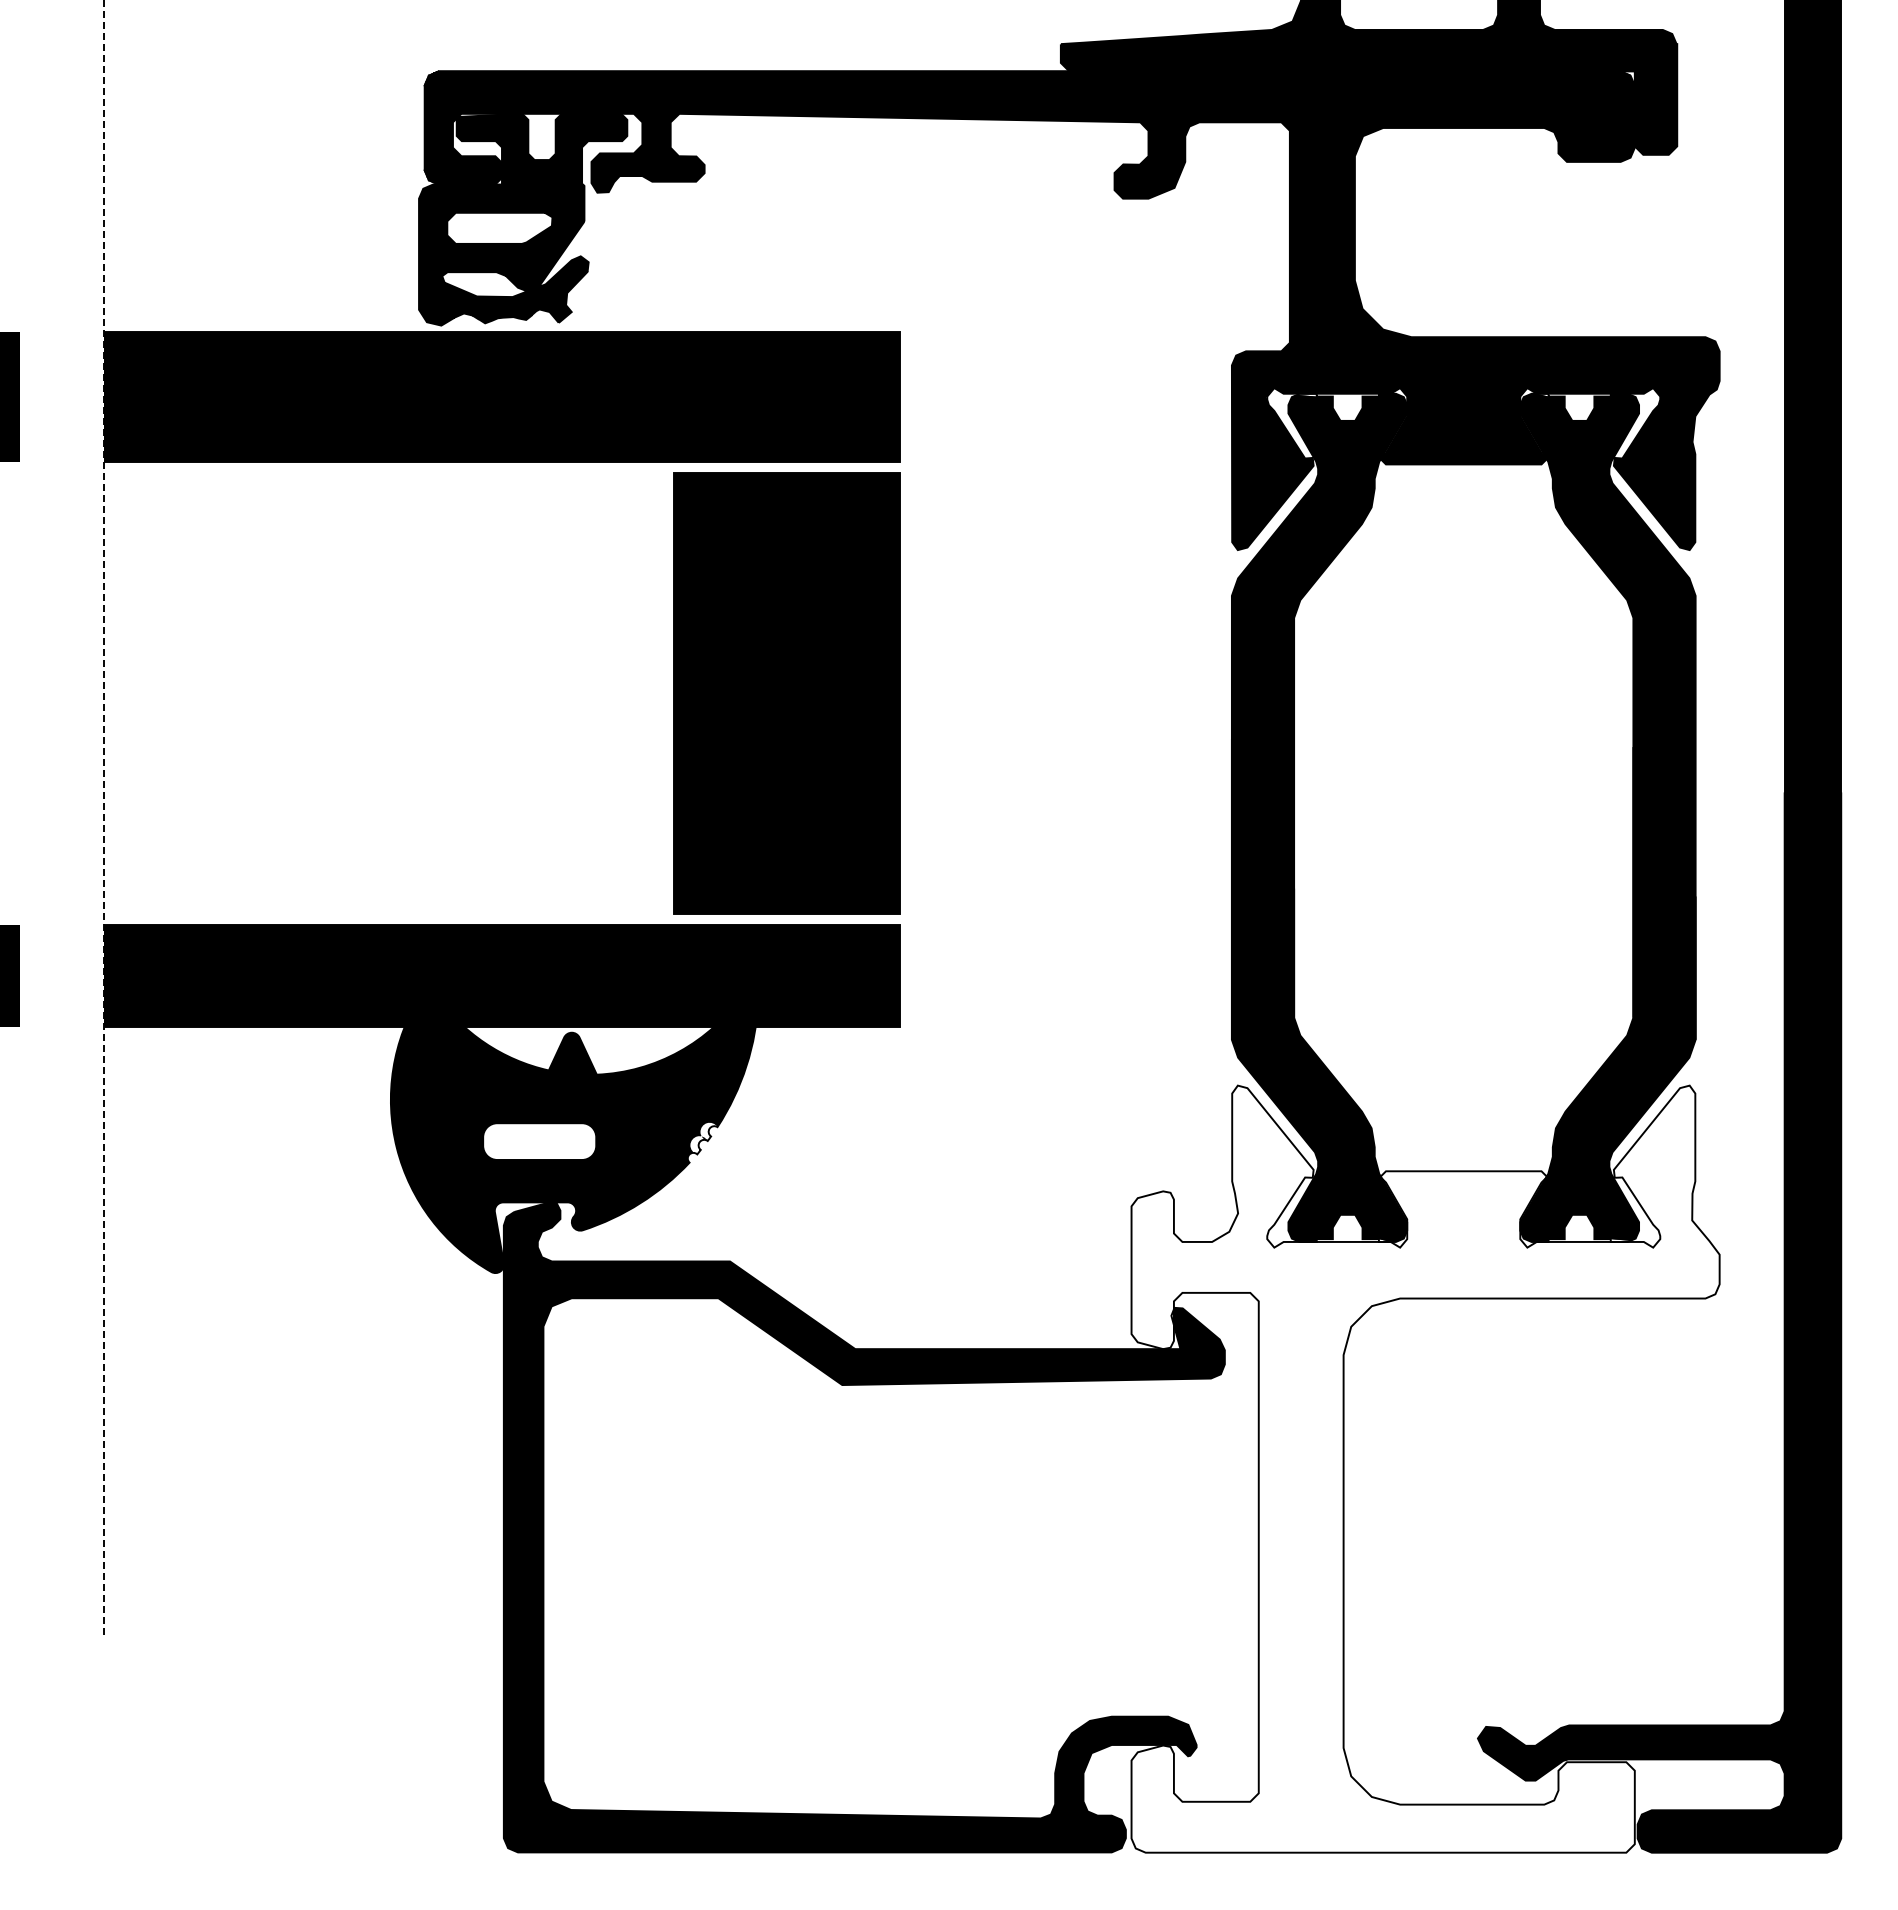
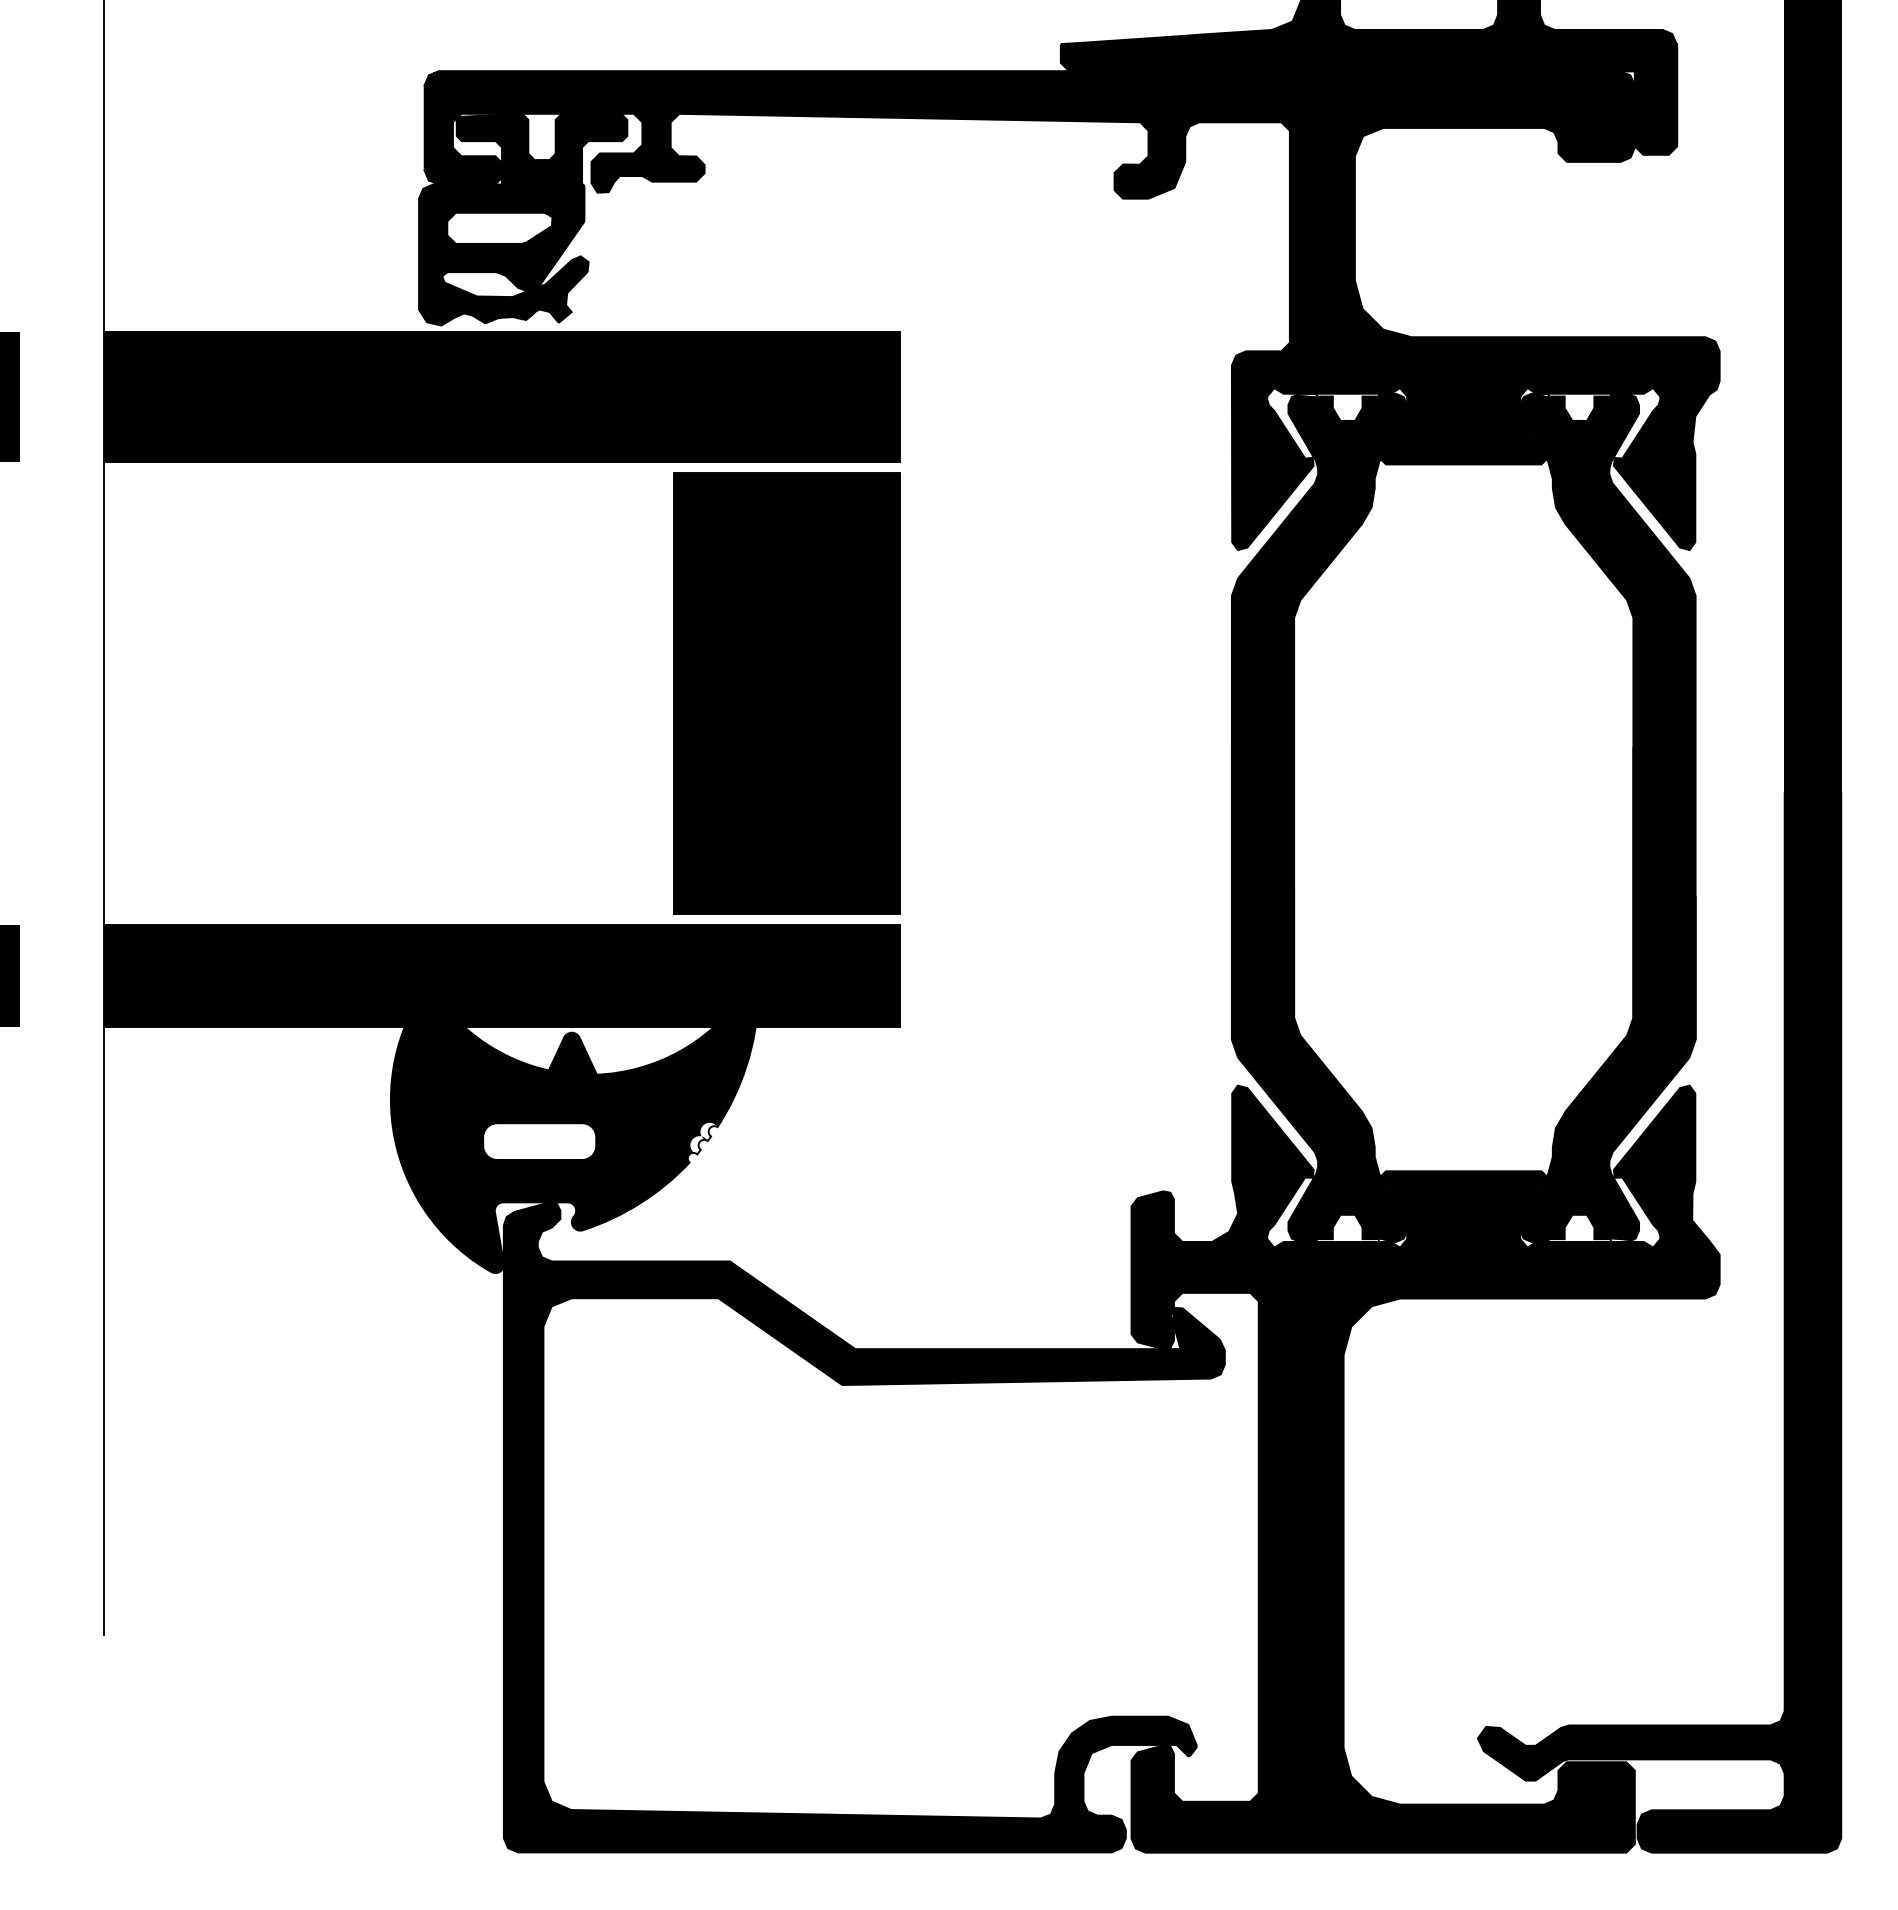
line at (104, 817): dashed -> solid
fill at (1425, 1468): none -> present
